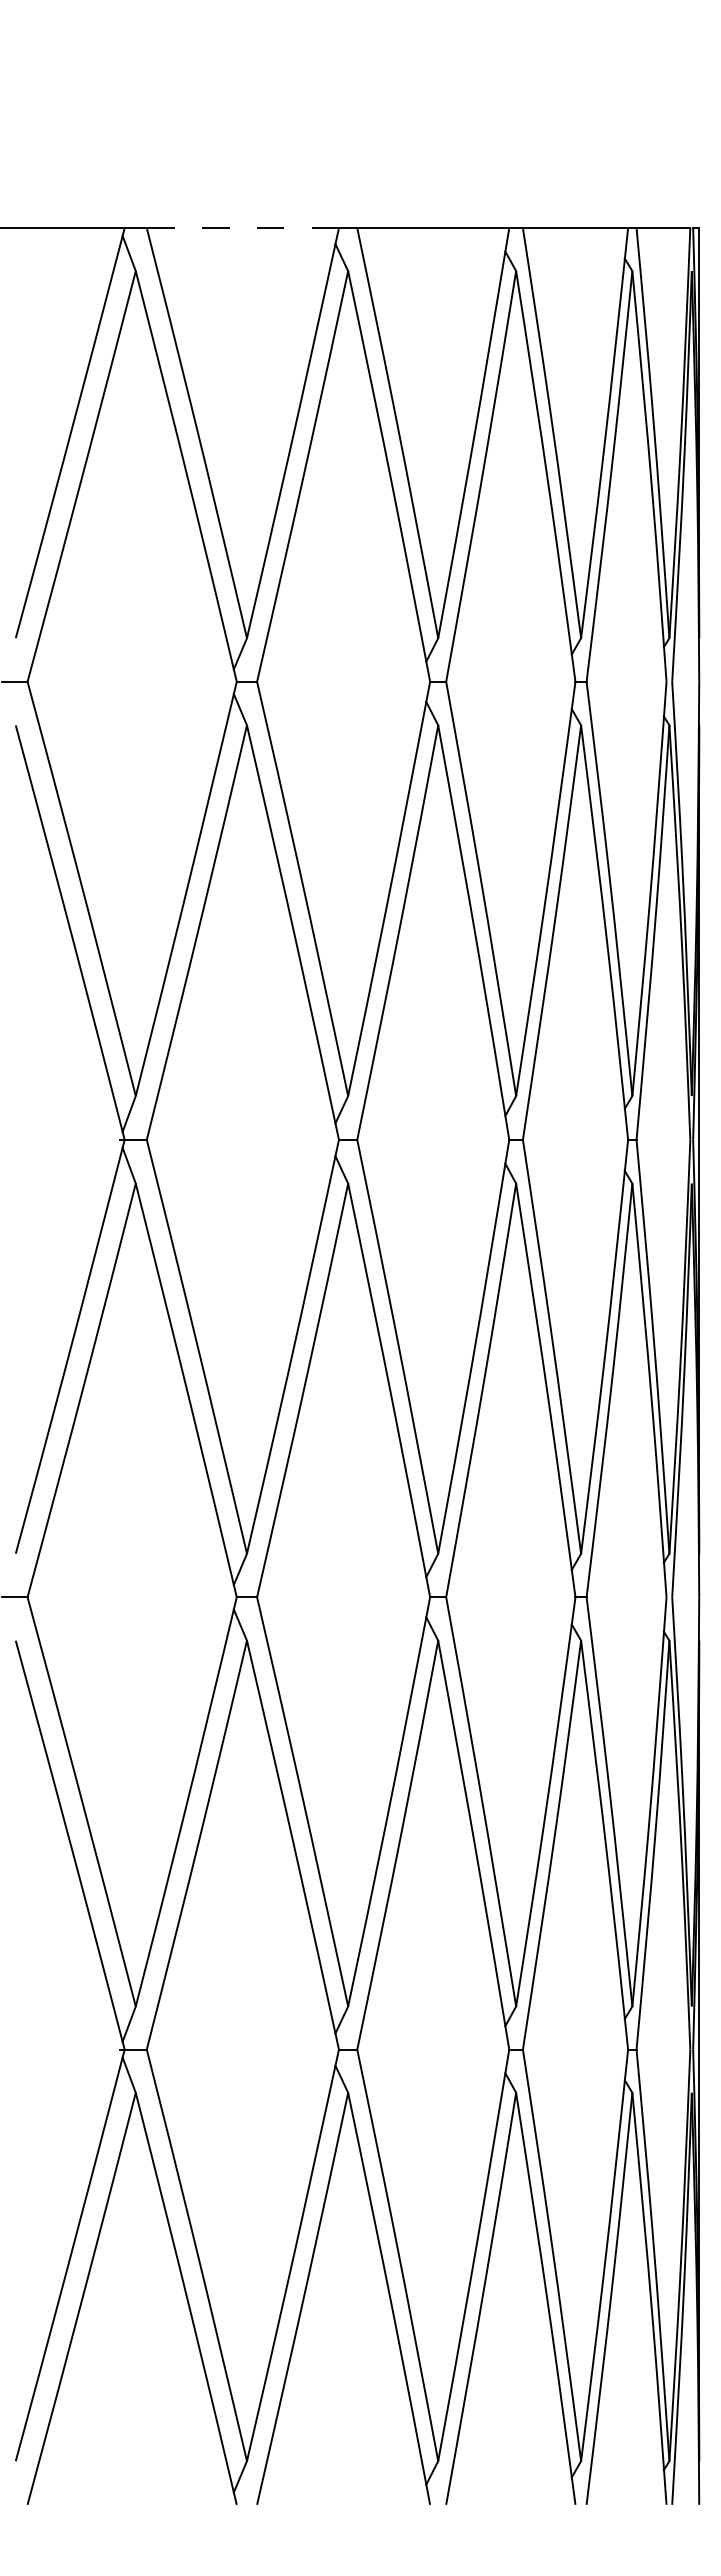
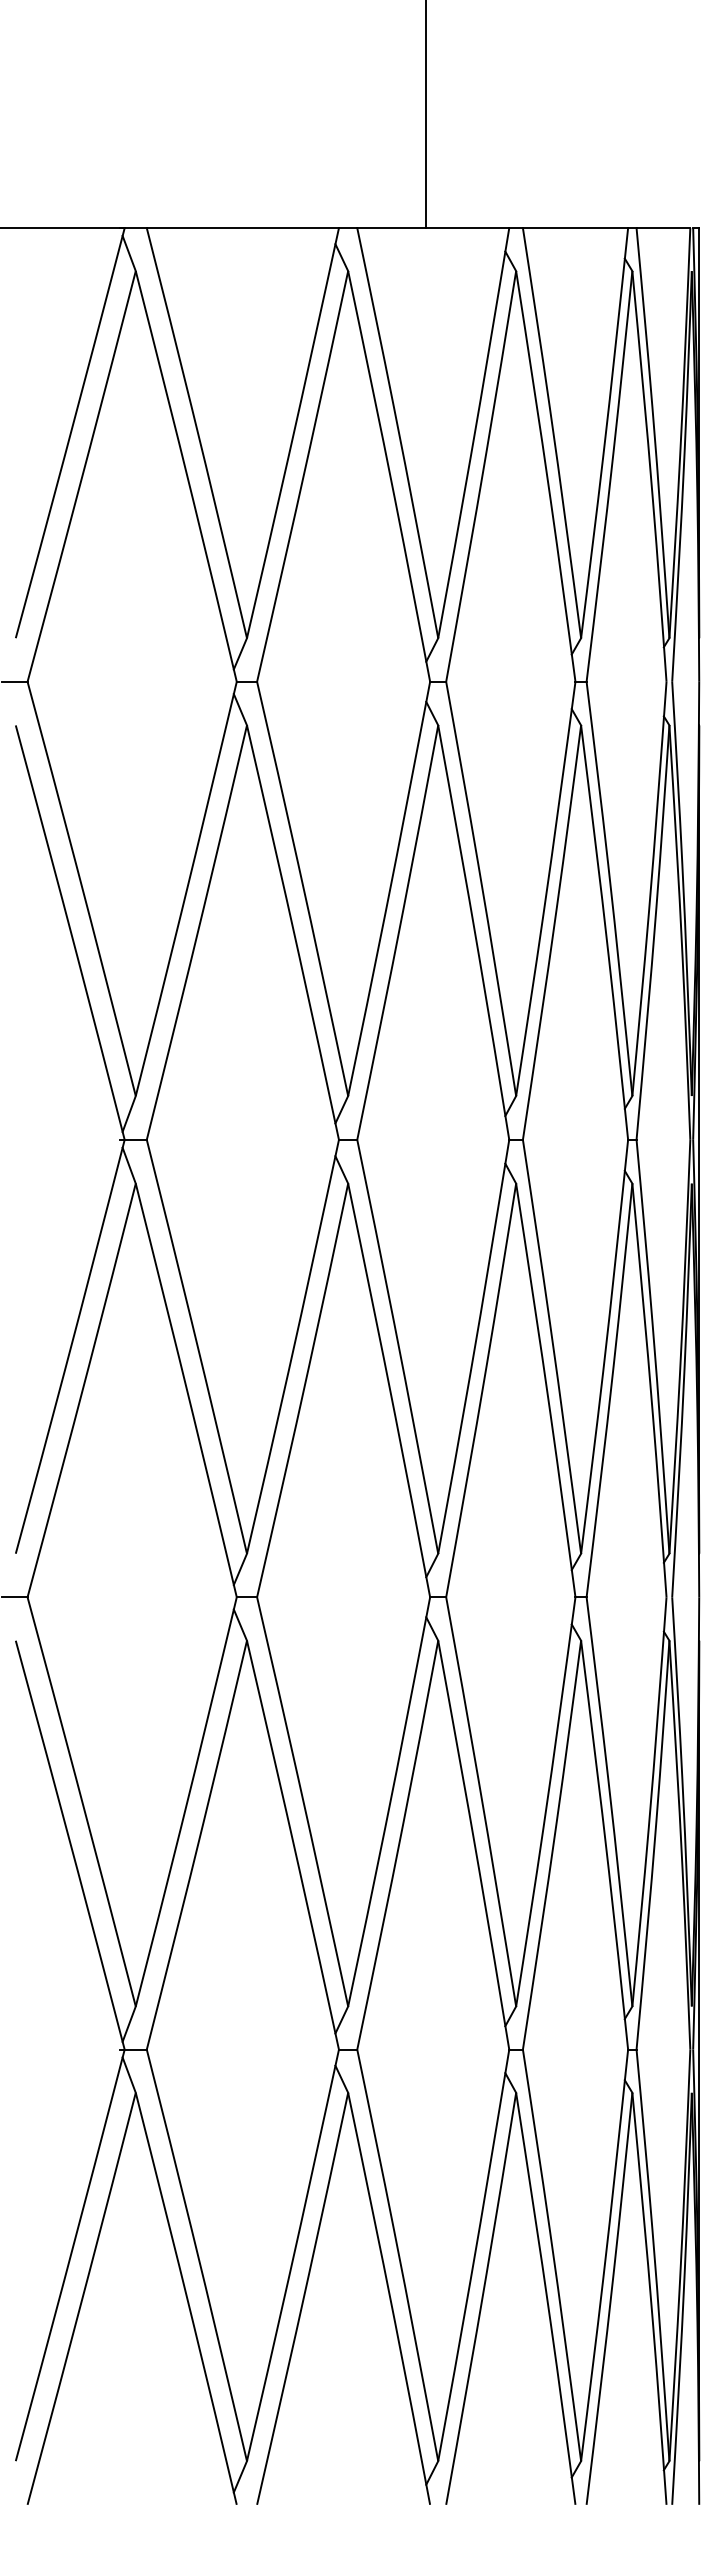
line at (425, 115): none -> present
line at (242, 228): dashed -> solid
